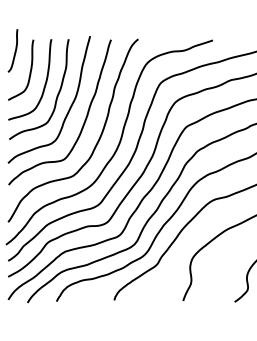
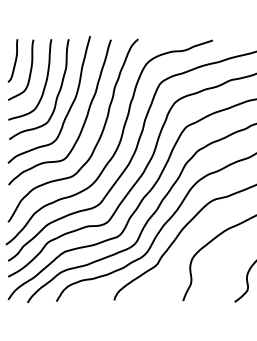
curve at (14, 51) position: (14, 51) -> (14, 61)
